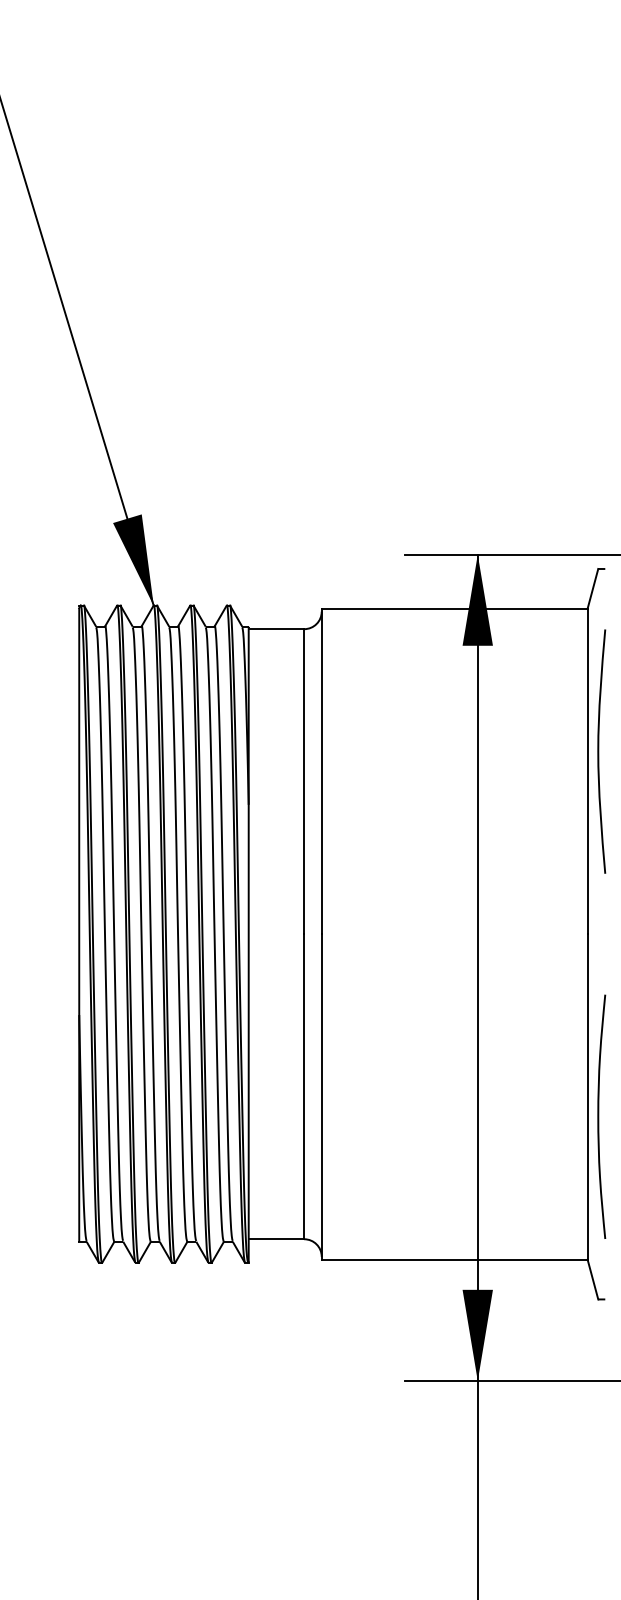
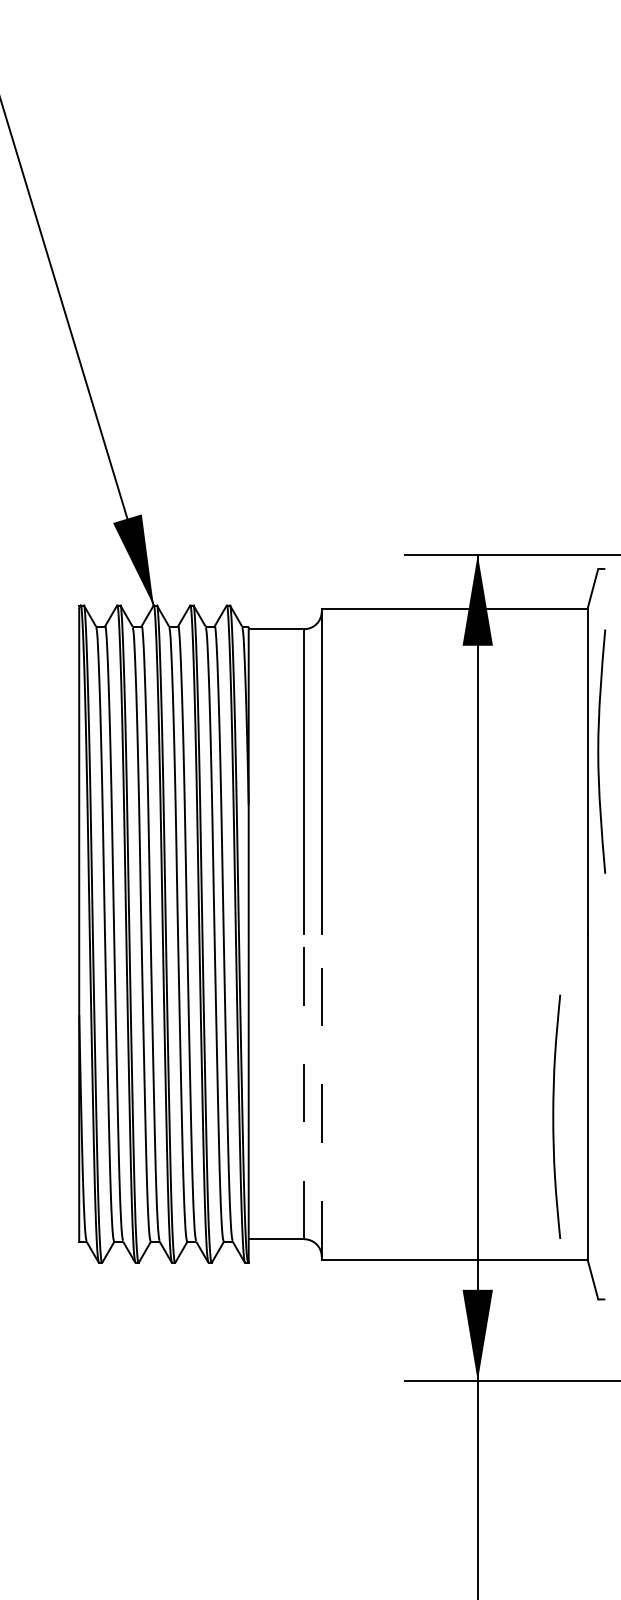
line at (304, 1086): solid -> dashed
line at (321, 1096): solid -> dashed
curve at (599, 1116) position: (599, 1116) -> (554, 1116)
